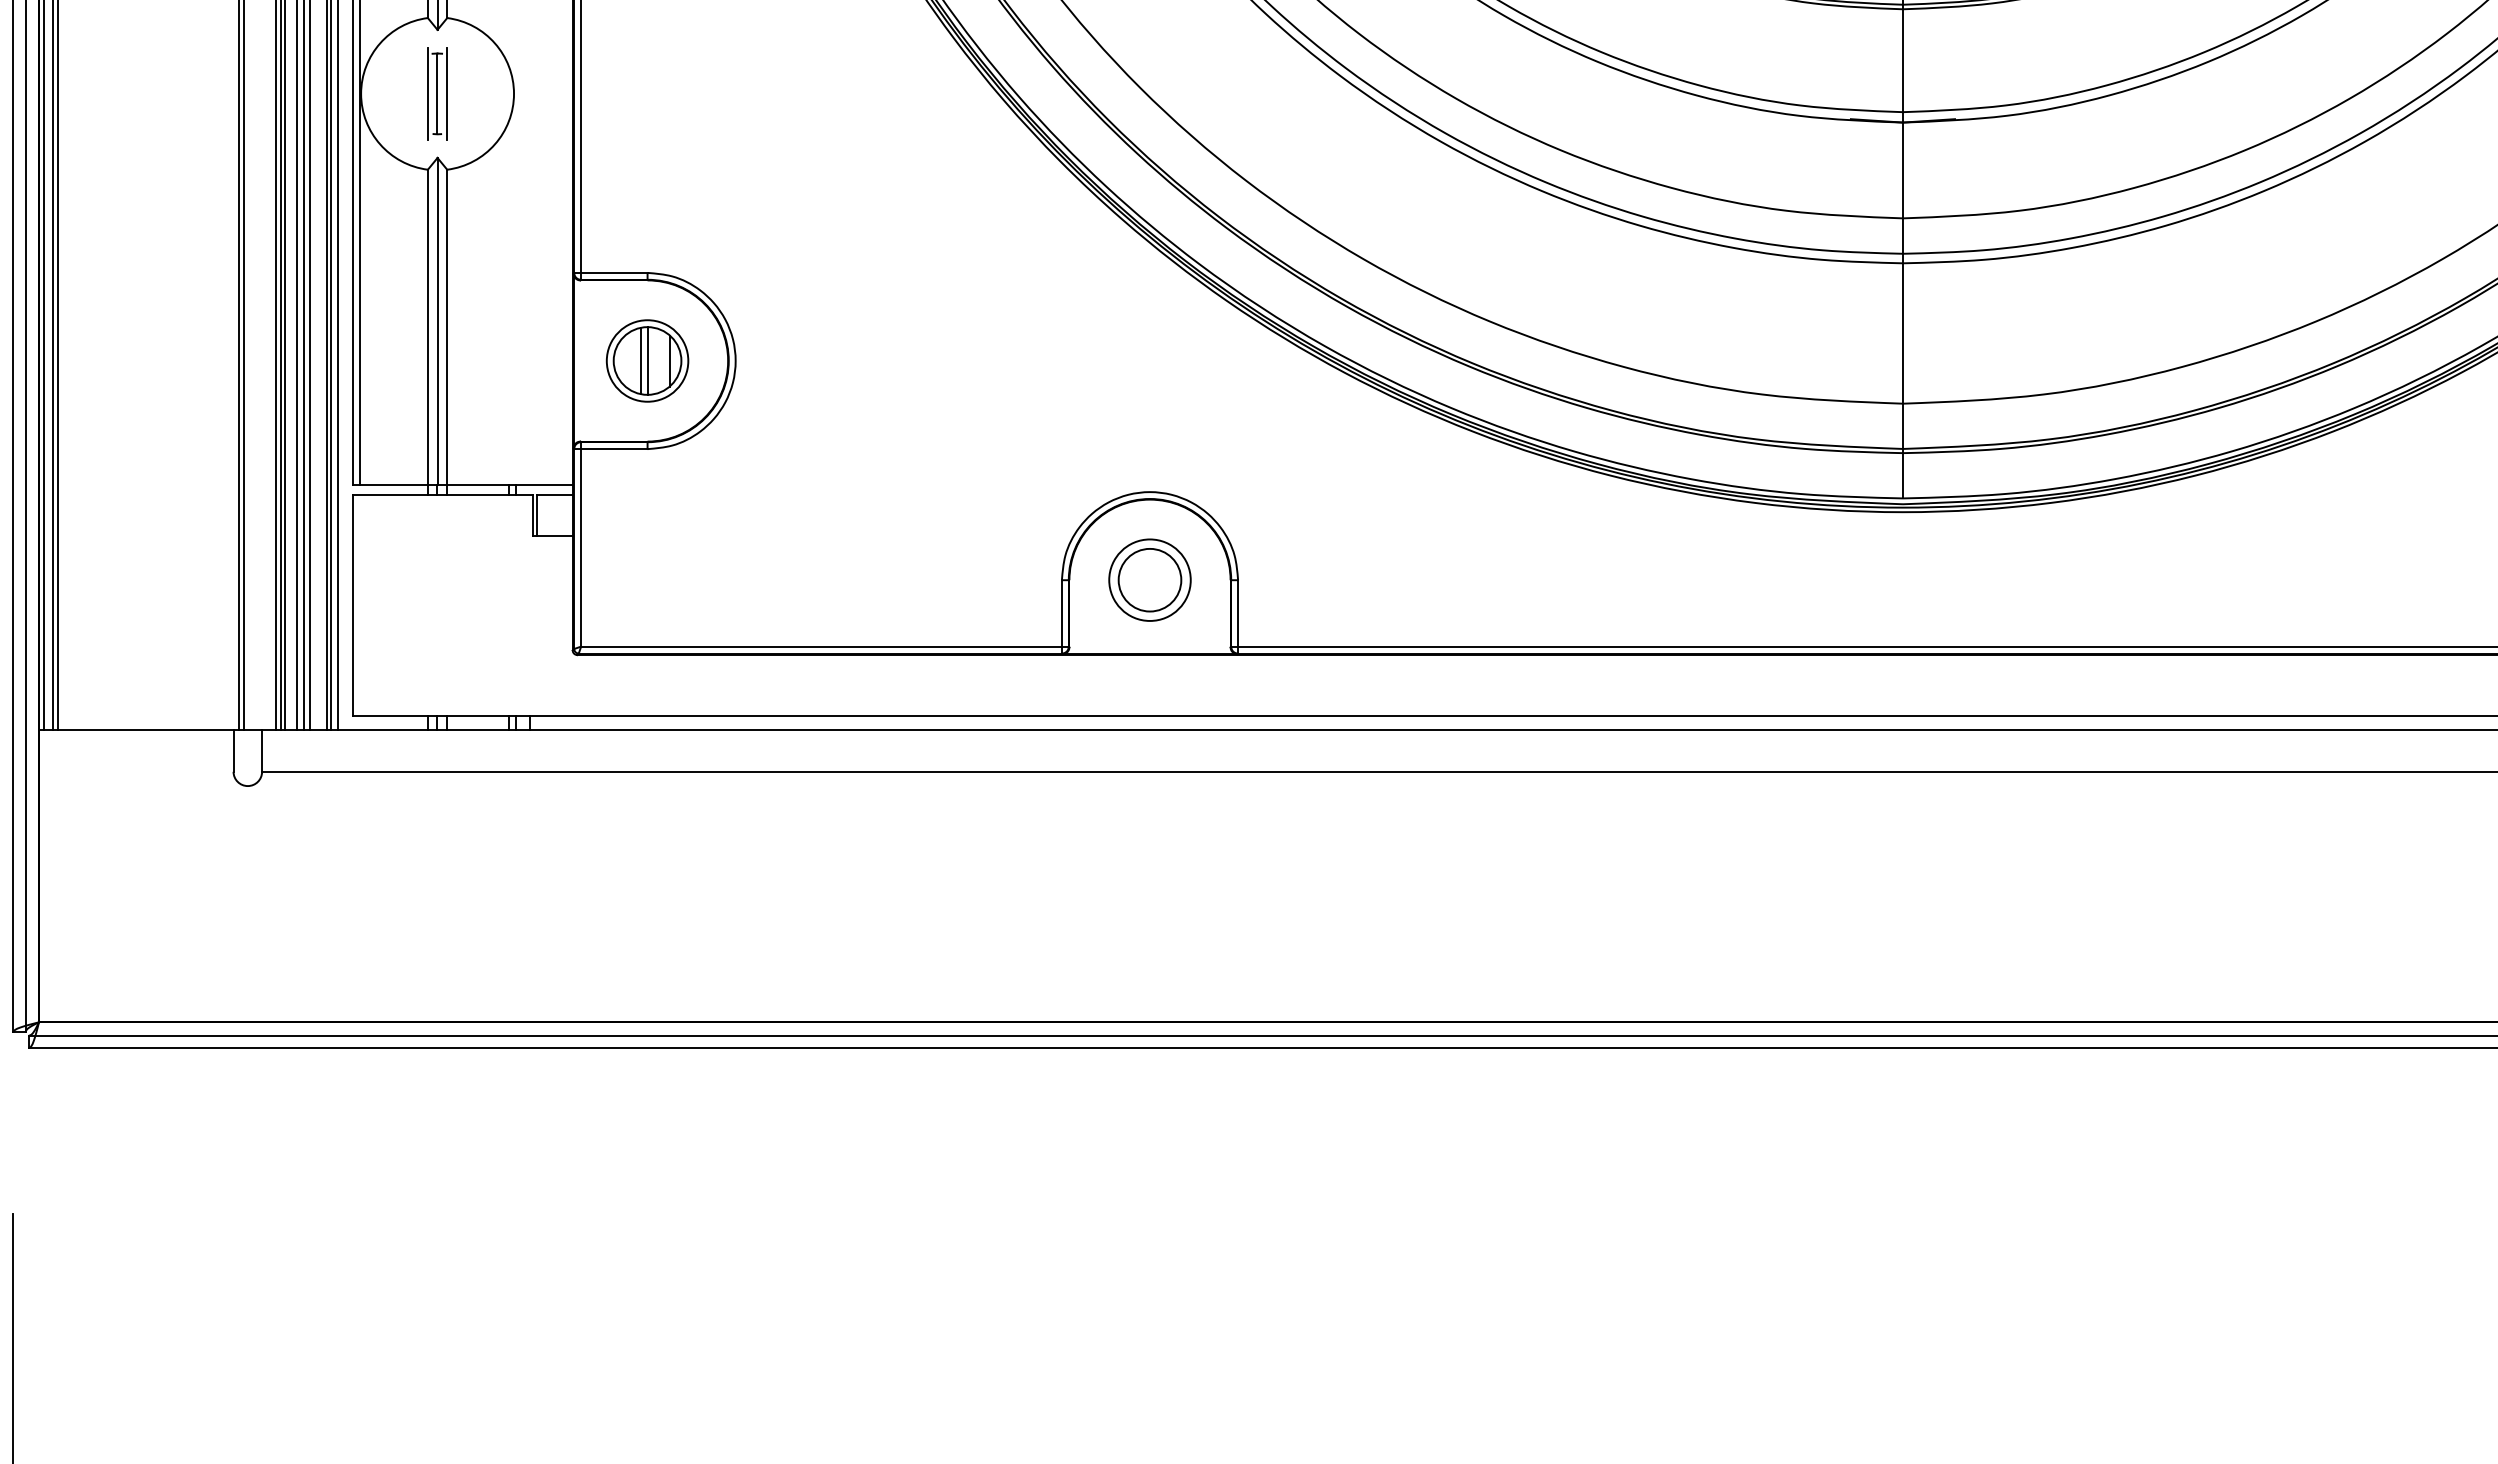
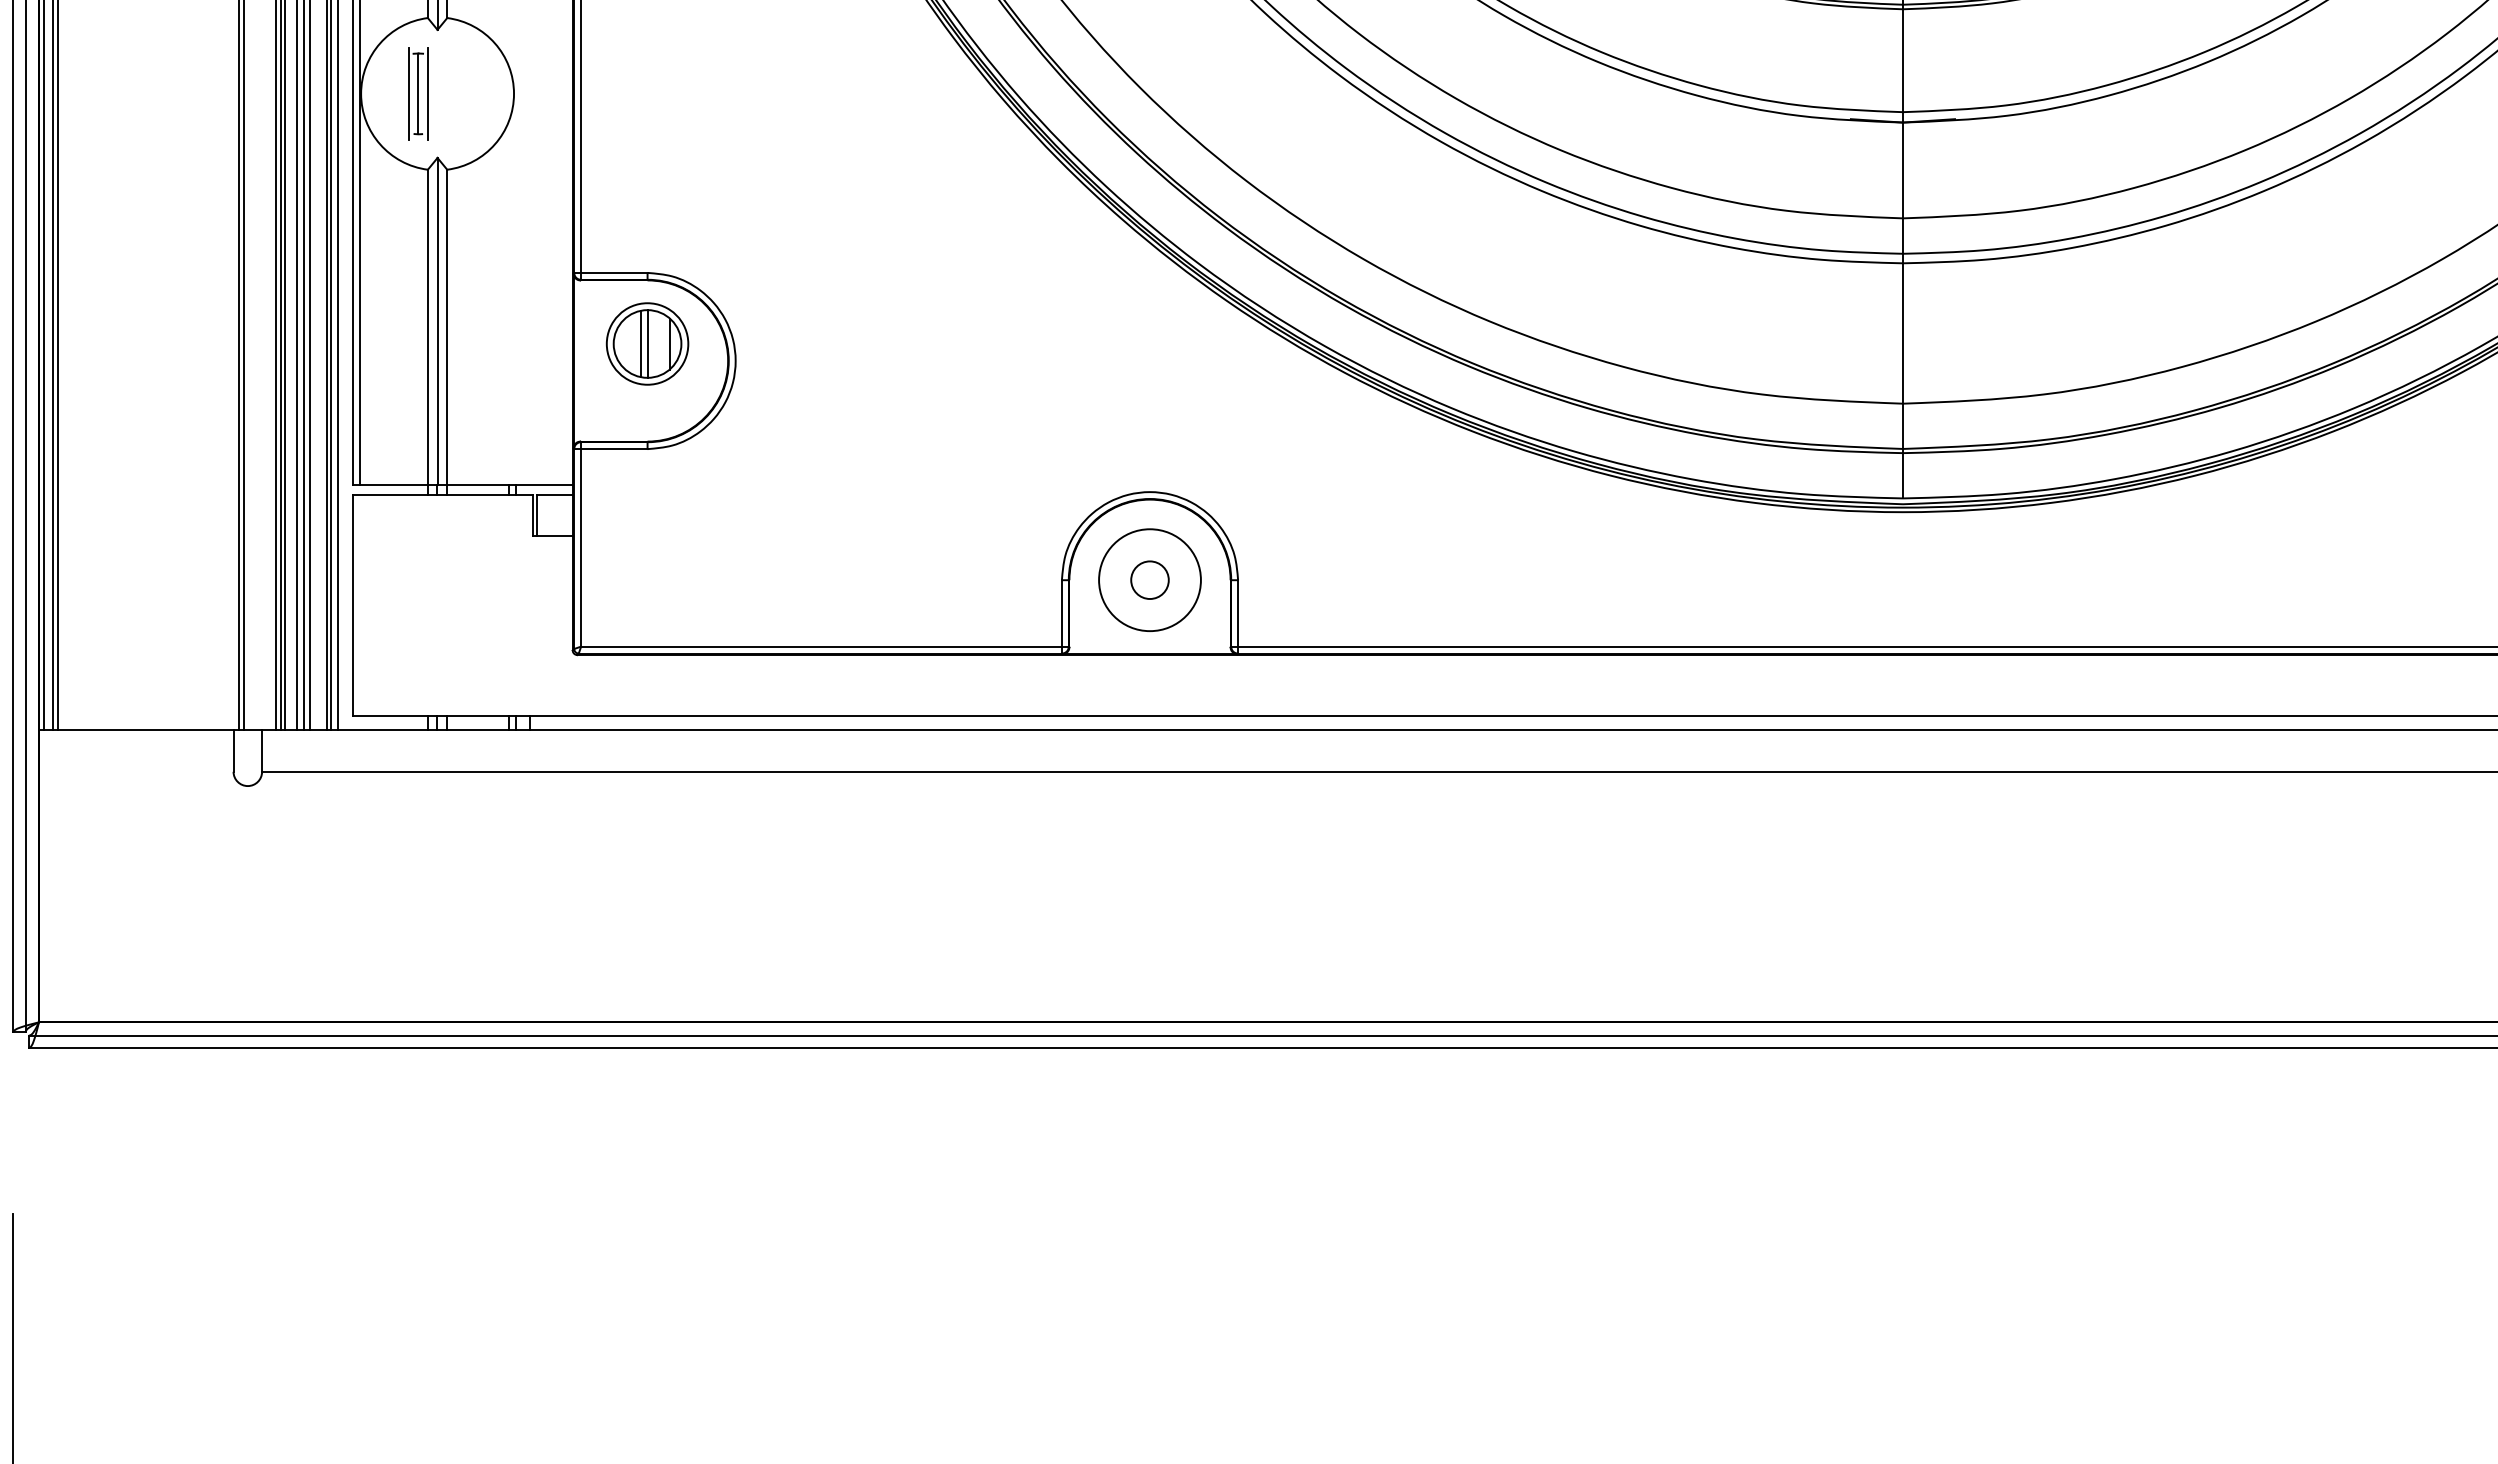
part at (437, 93) position: (437, 93) -> (418, 93)
part at (647, 360) position: (647, 360) -> (647, 343)
circle at (1149, 579) diameter: 63 px -> 38 px
circle at (1149, 579) diameter: 82 px -> 102 px
